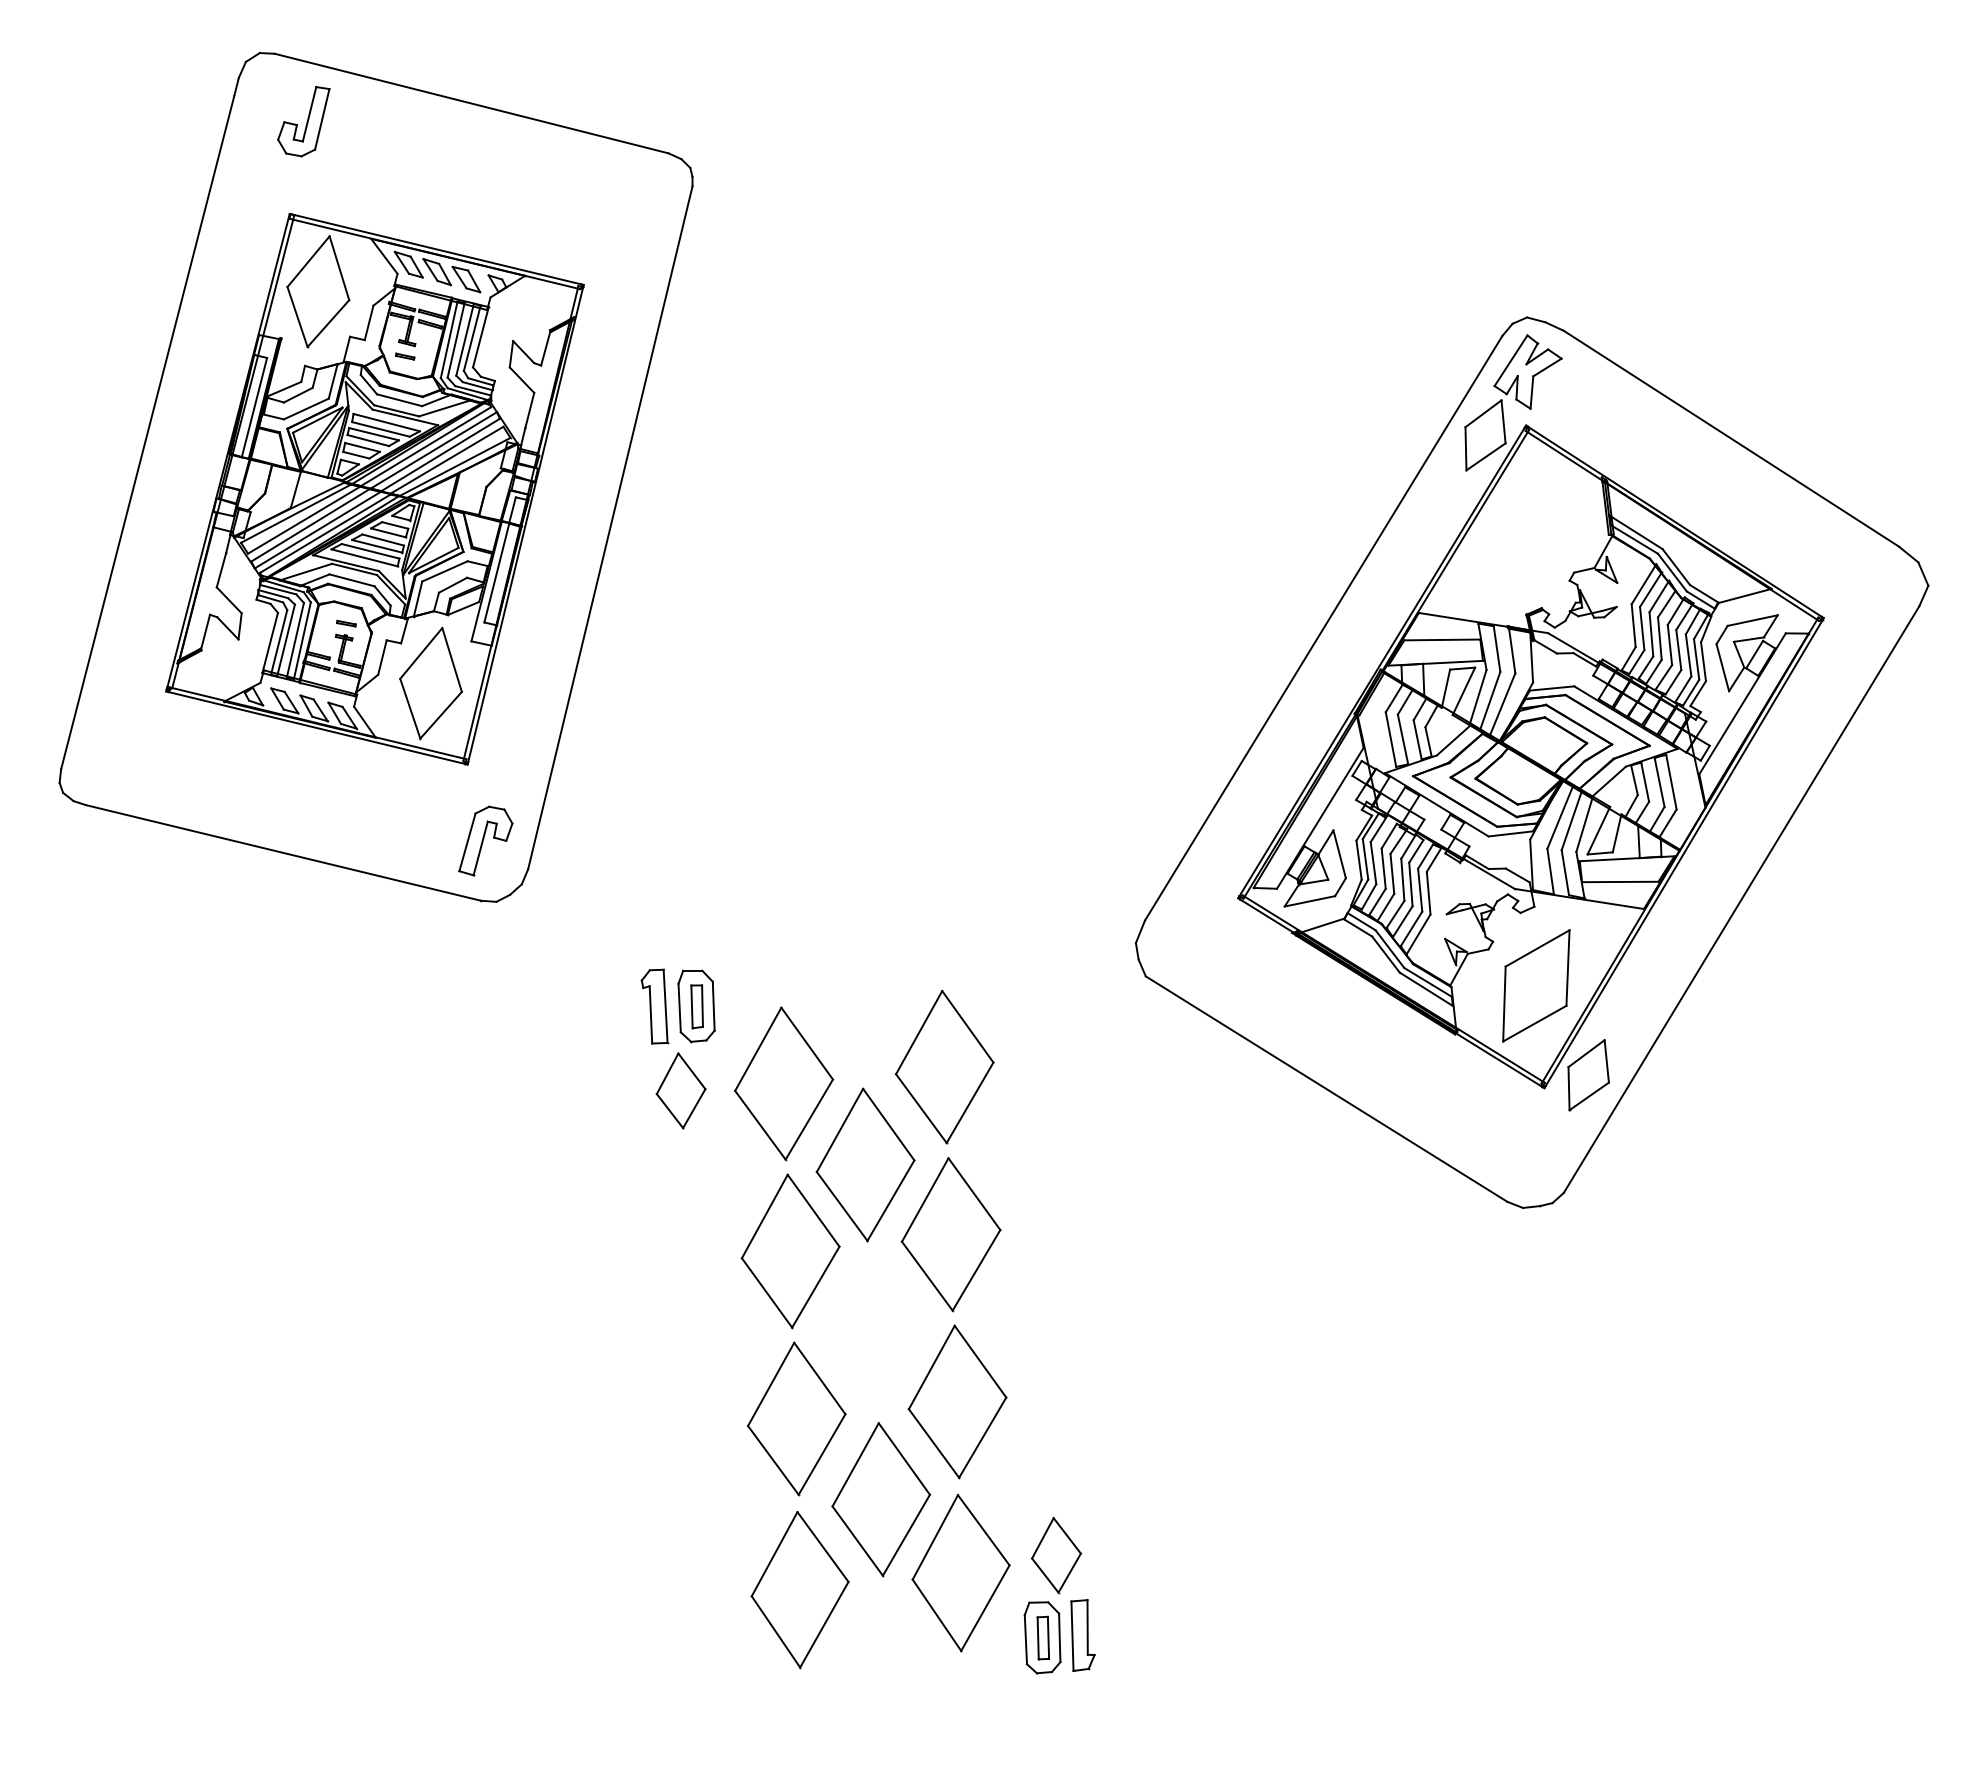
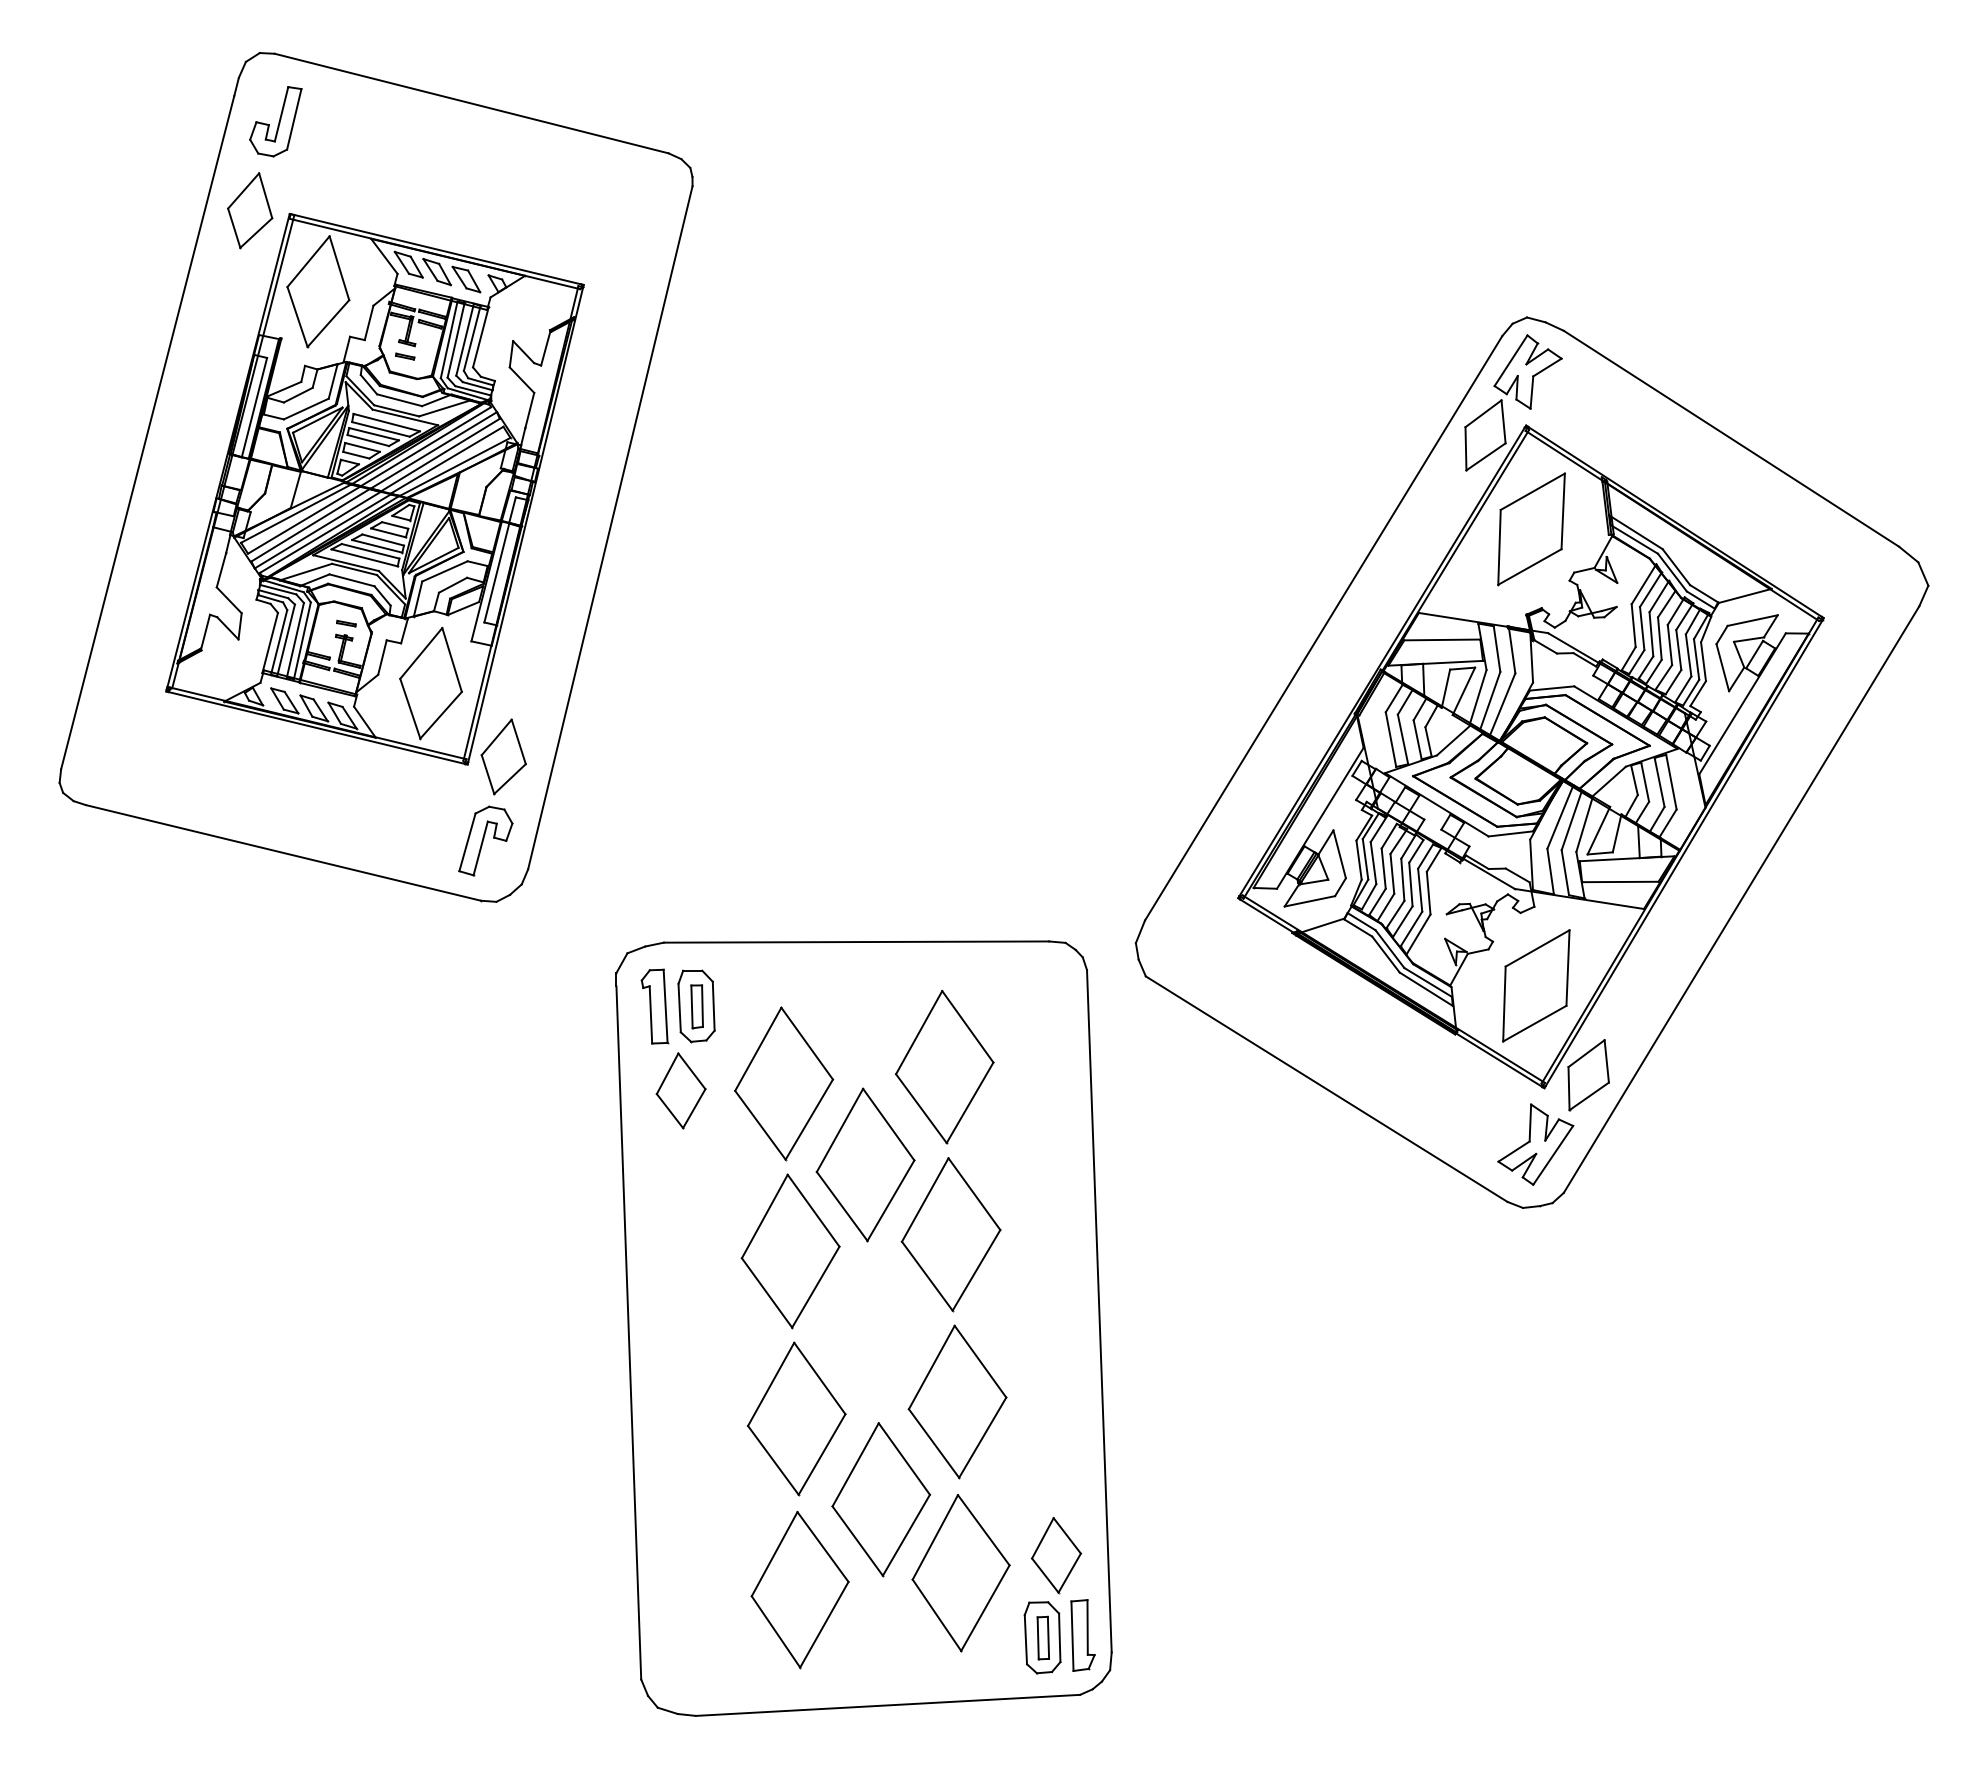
part at (303, 121) position: (303, 121) -> (275, 121)
part at (250, 210): none -> present
part at (1531, 529): none -> present
part at (503, 756): none -> present
part at (1535, 1144): none -> present
part at (863, 1328): none -> present
